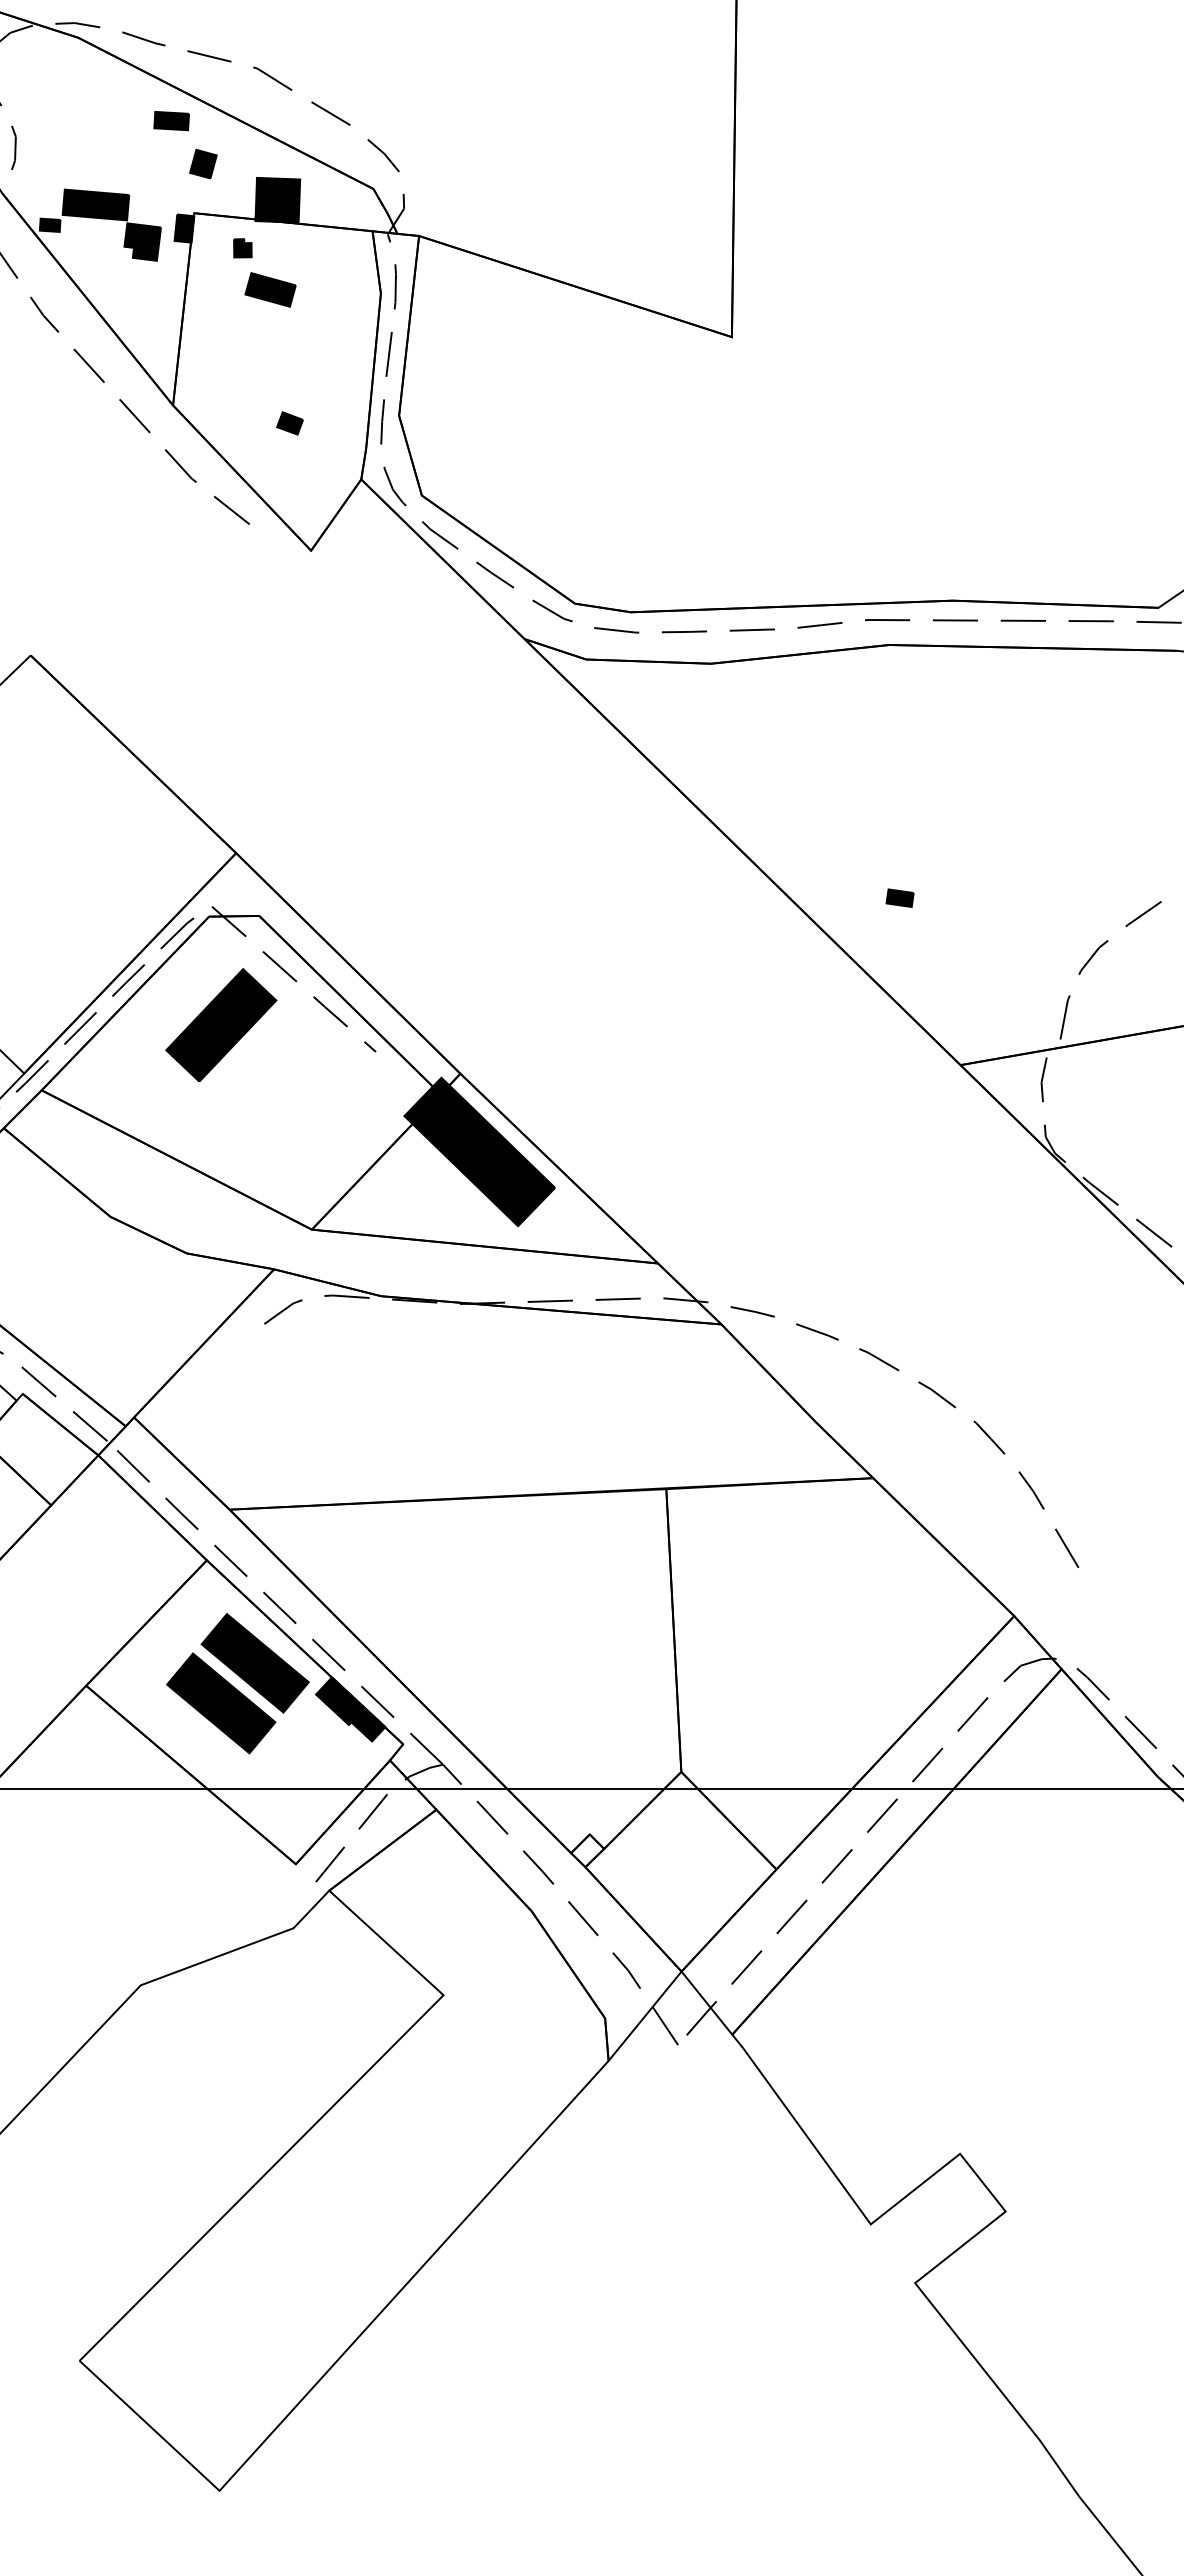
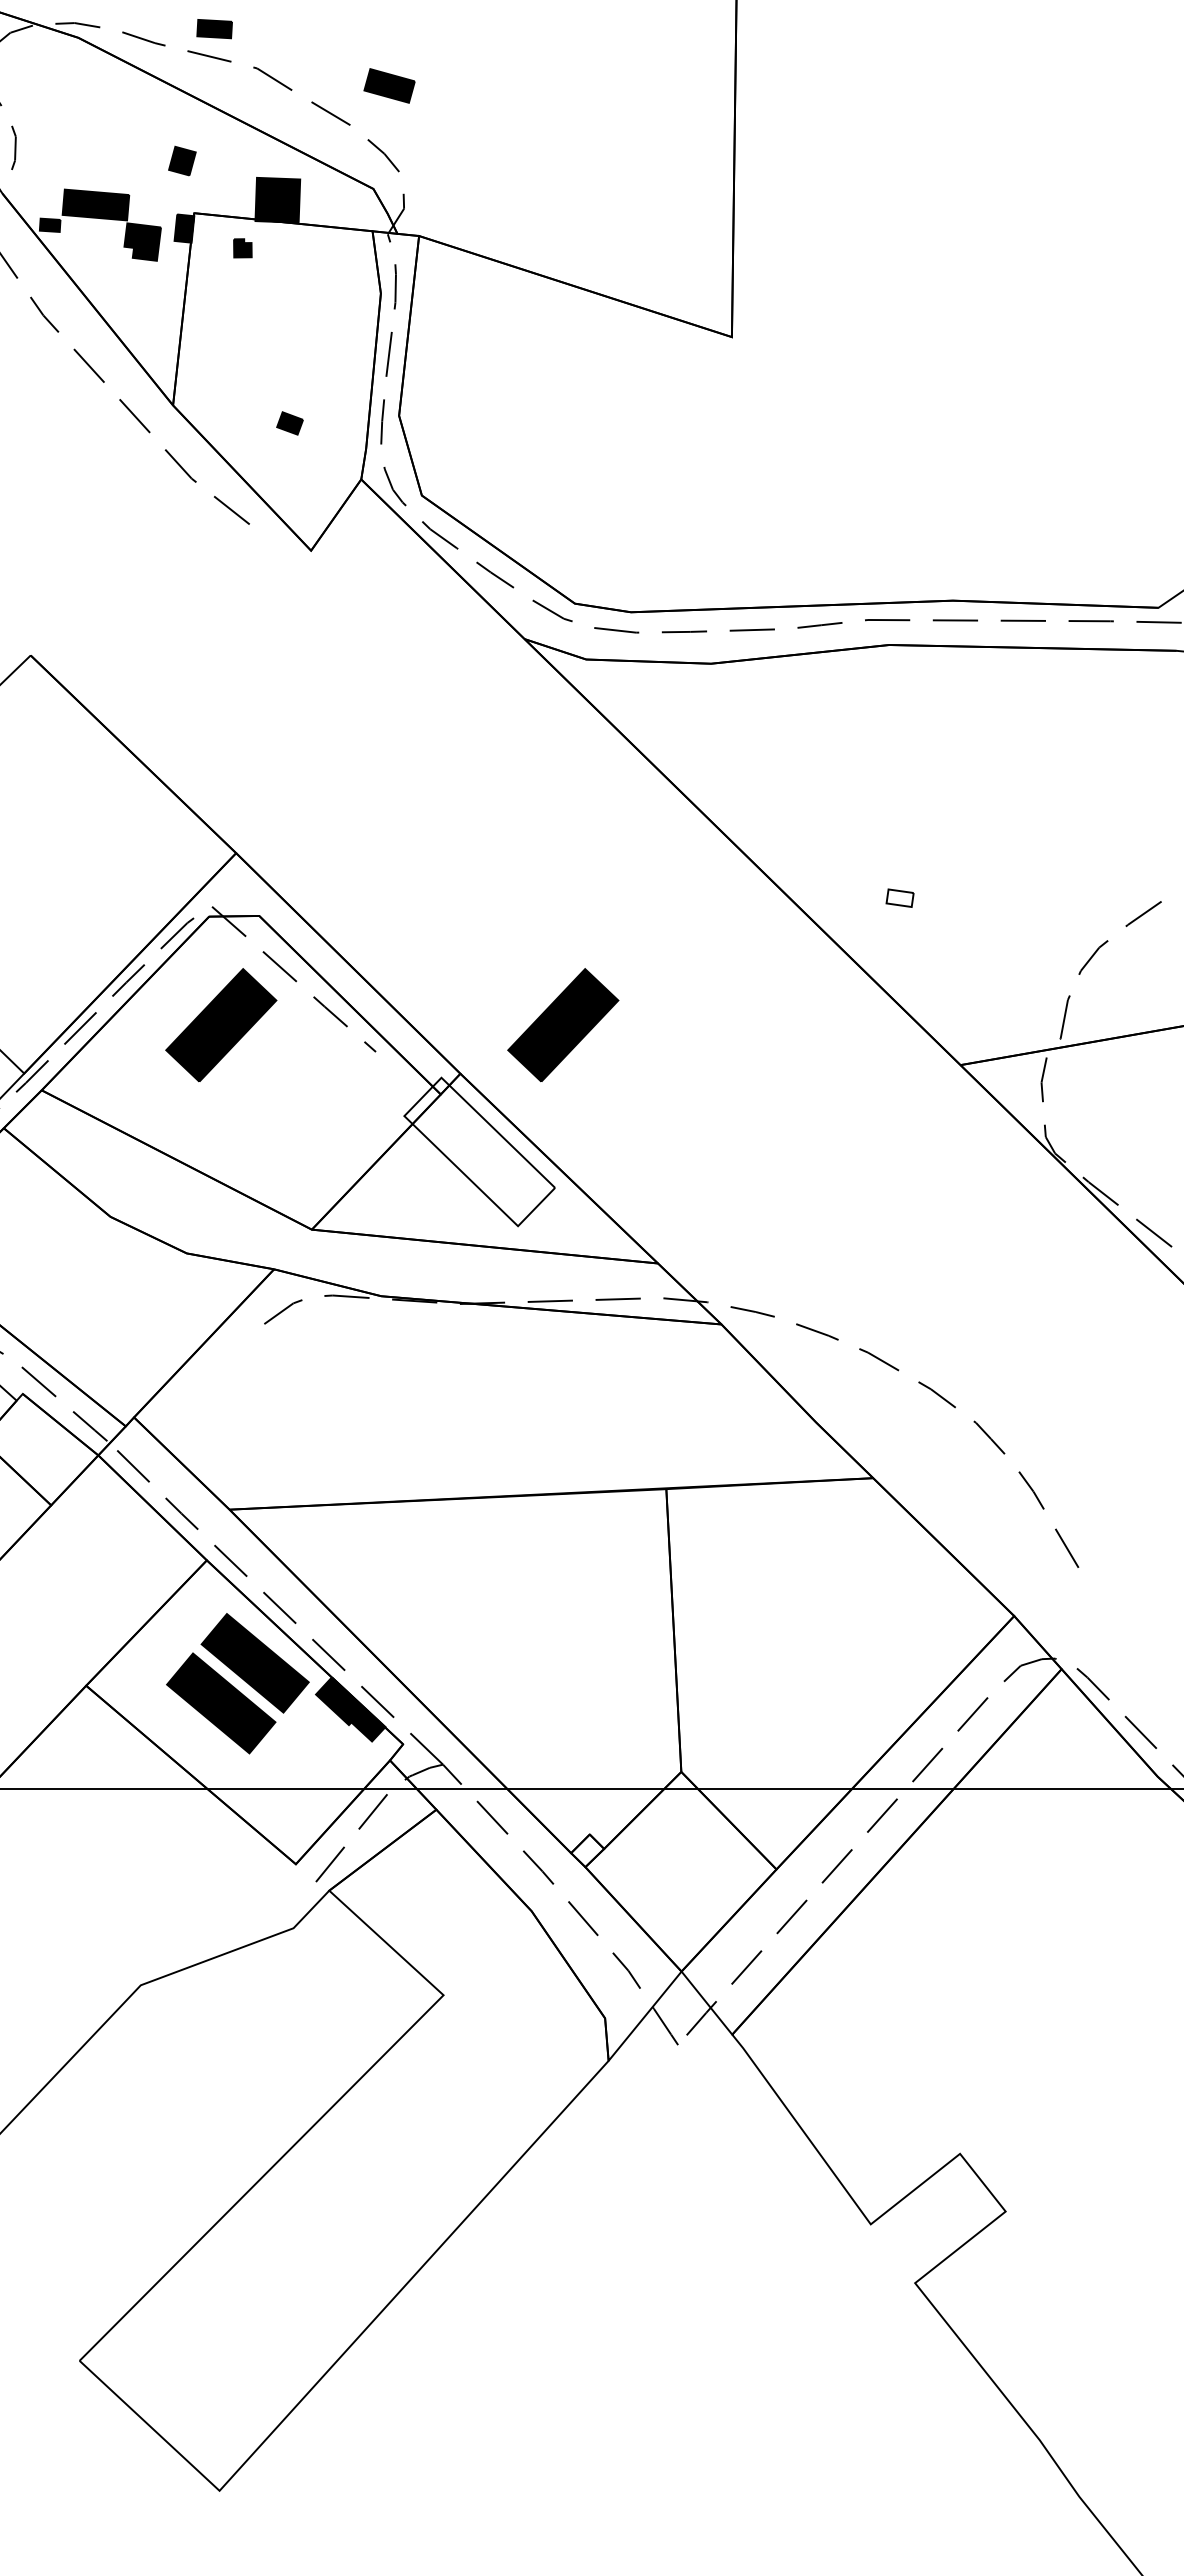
part at (171, 121) position: (171, 121) -> (214, 29)
part at (203, 163) position: (203, 163) -> (182, 160)
part at (270, 289) position: (270, 289) -> (389, 85)
fill at (899, 898): present -> none
part at (563, 1025): none -> present
fill at (479, 1151): present -> none
